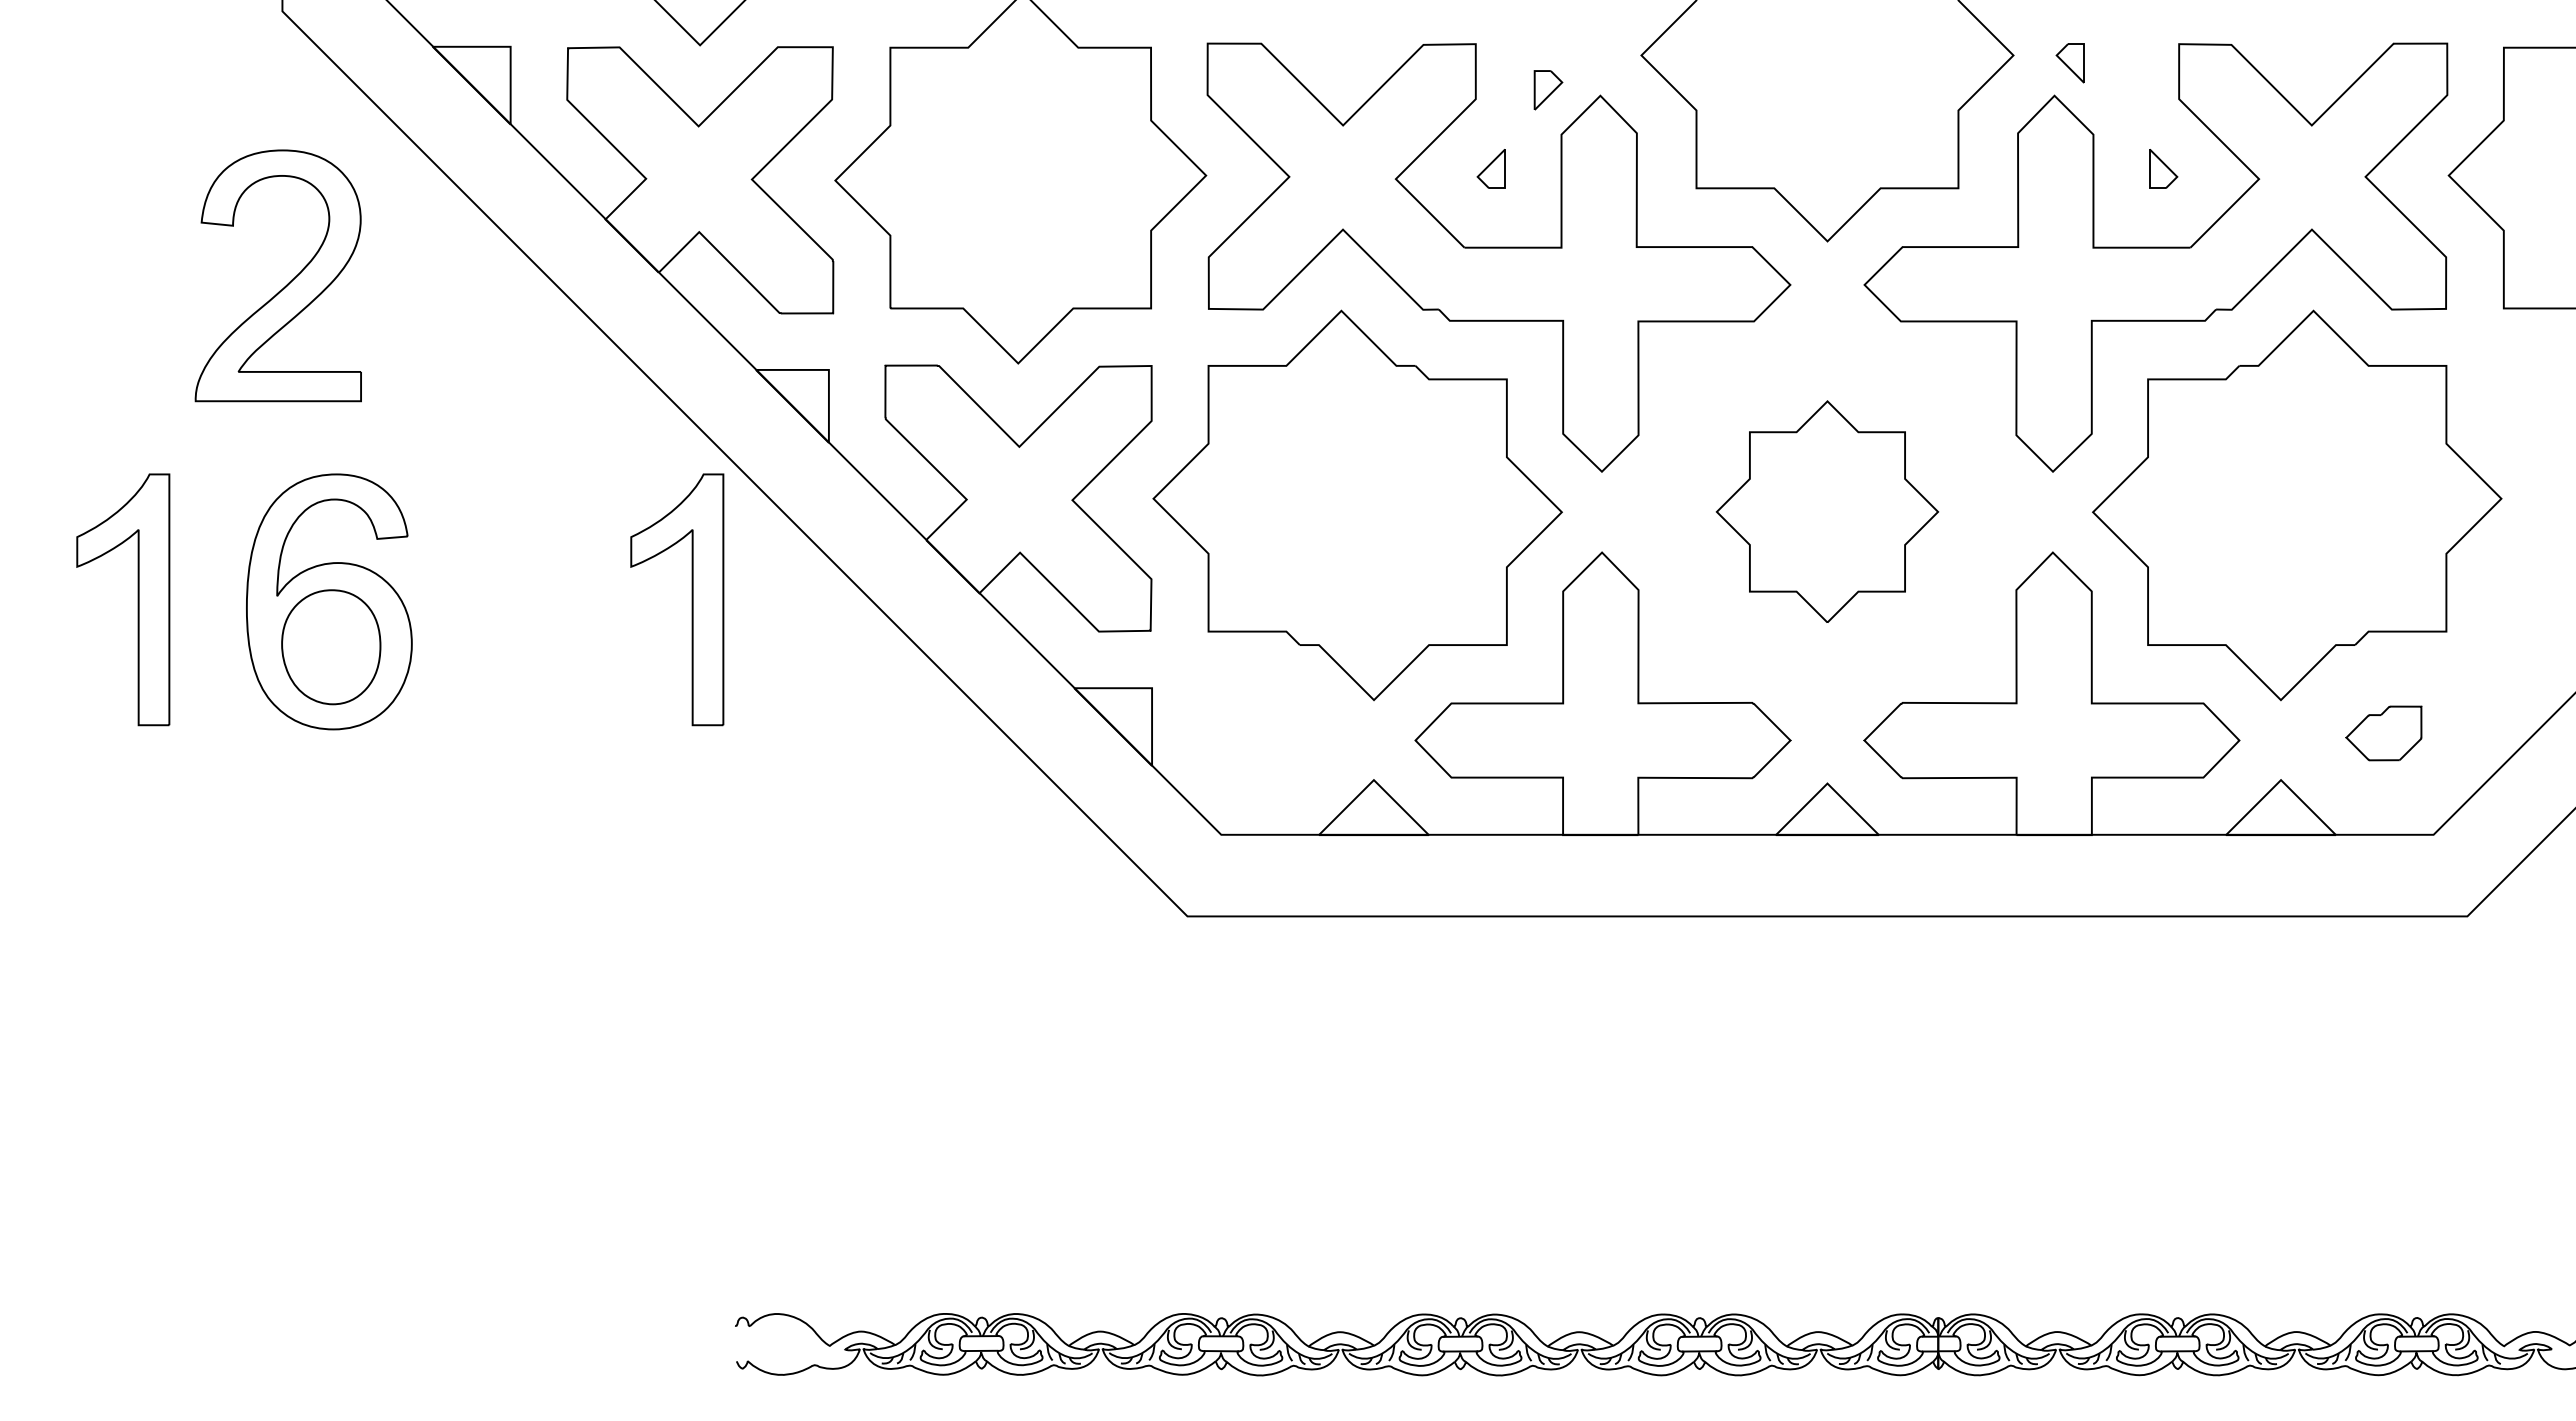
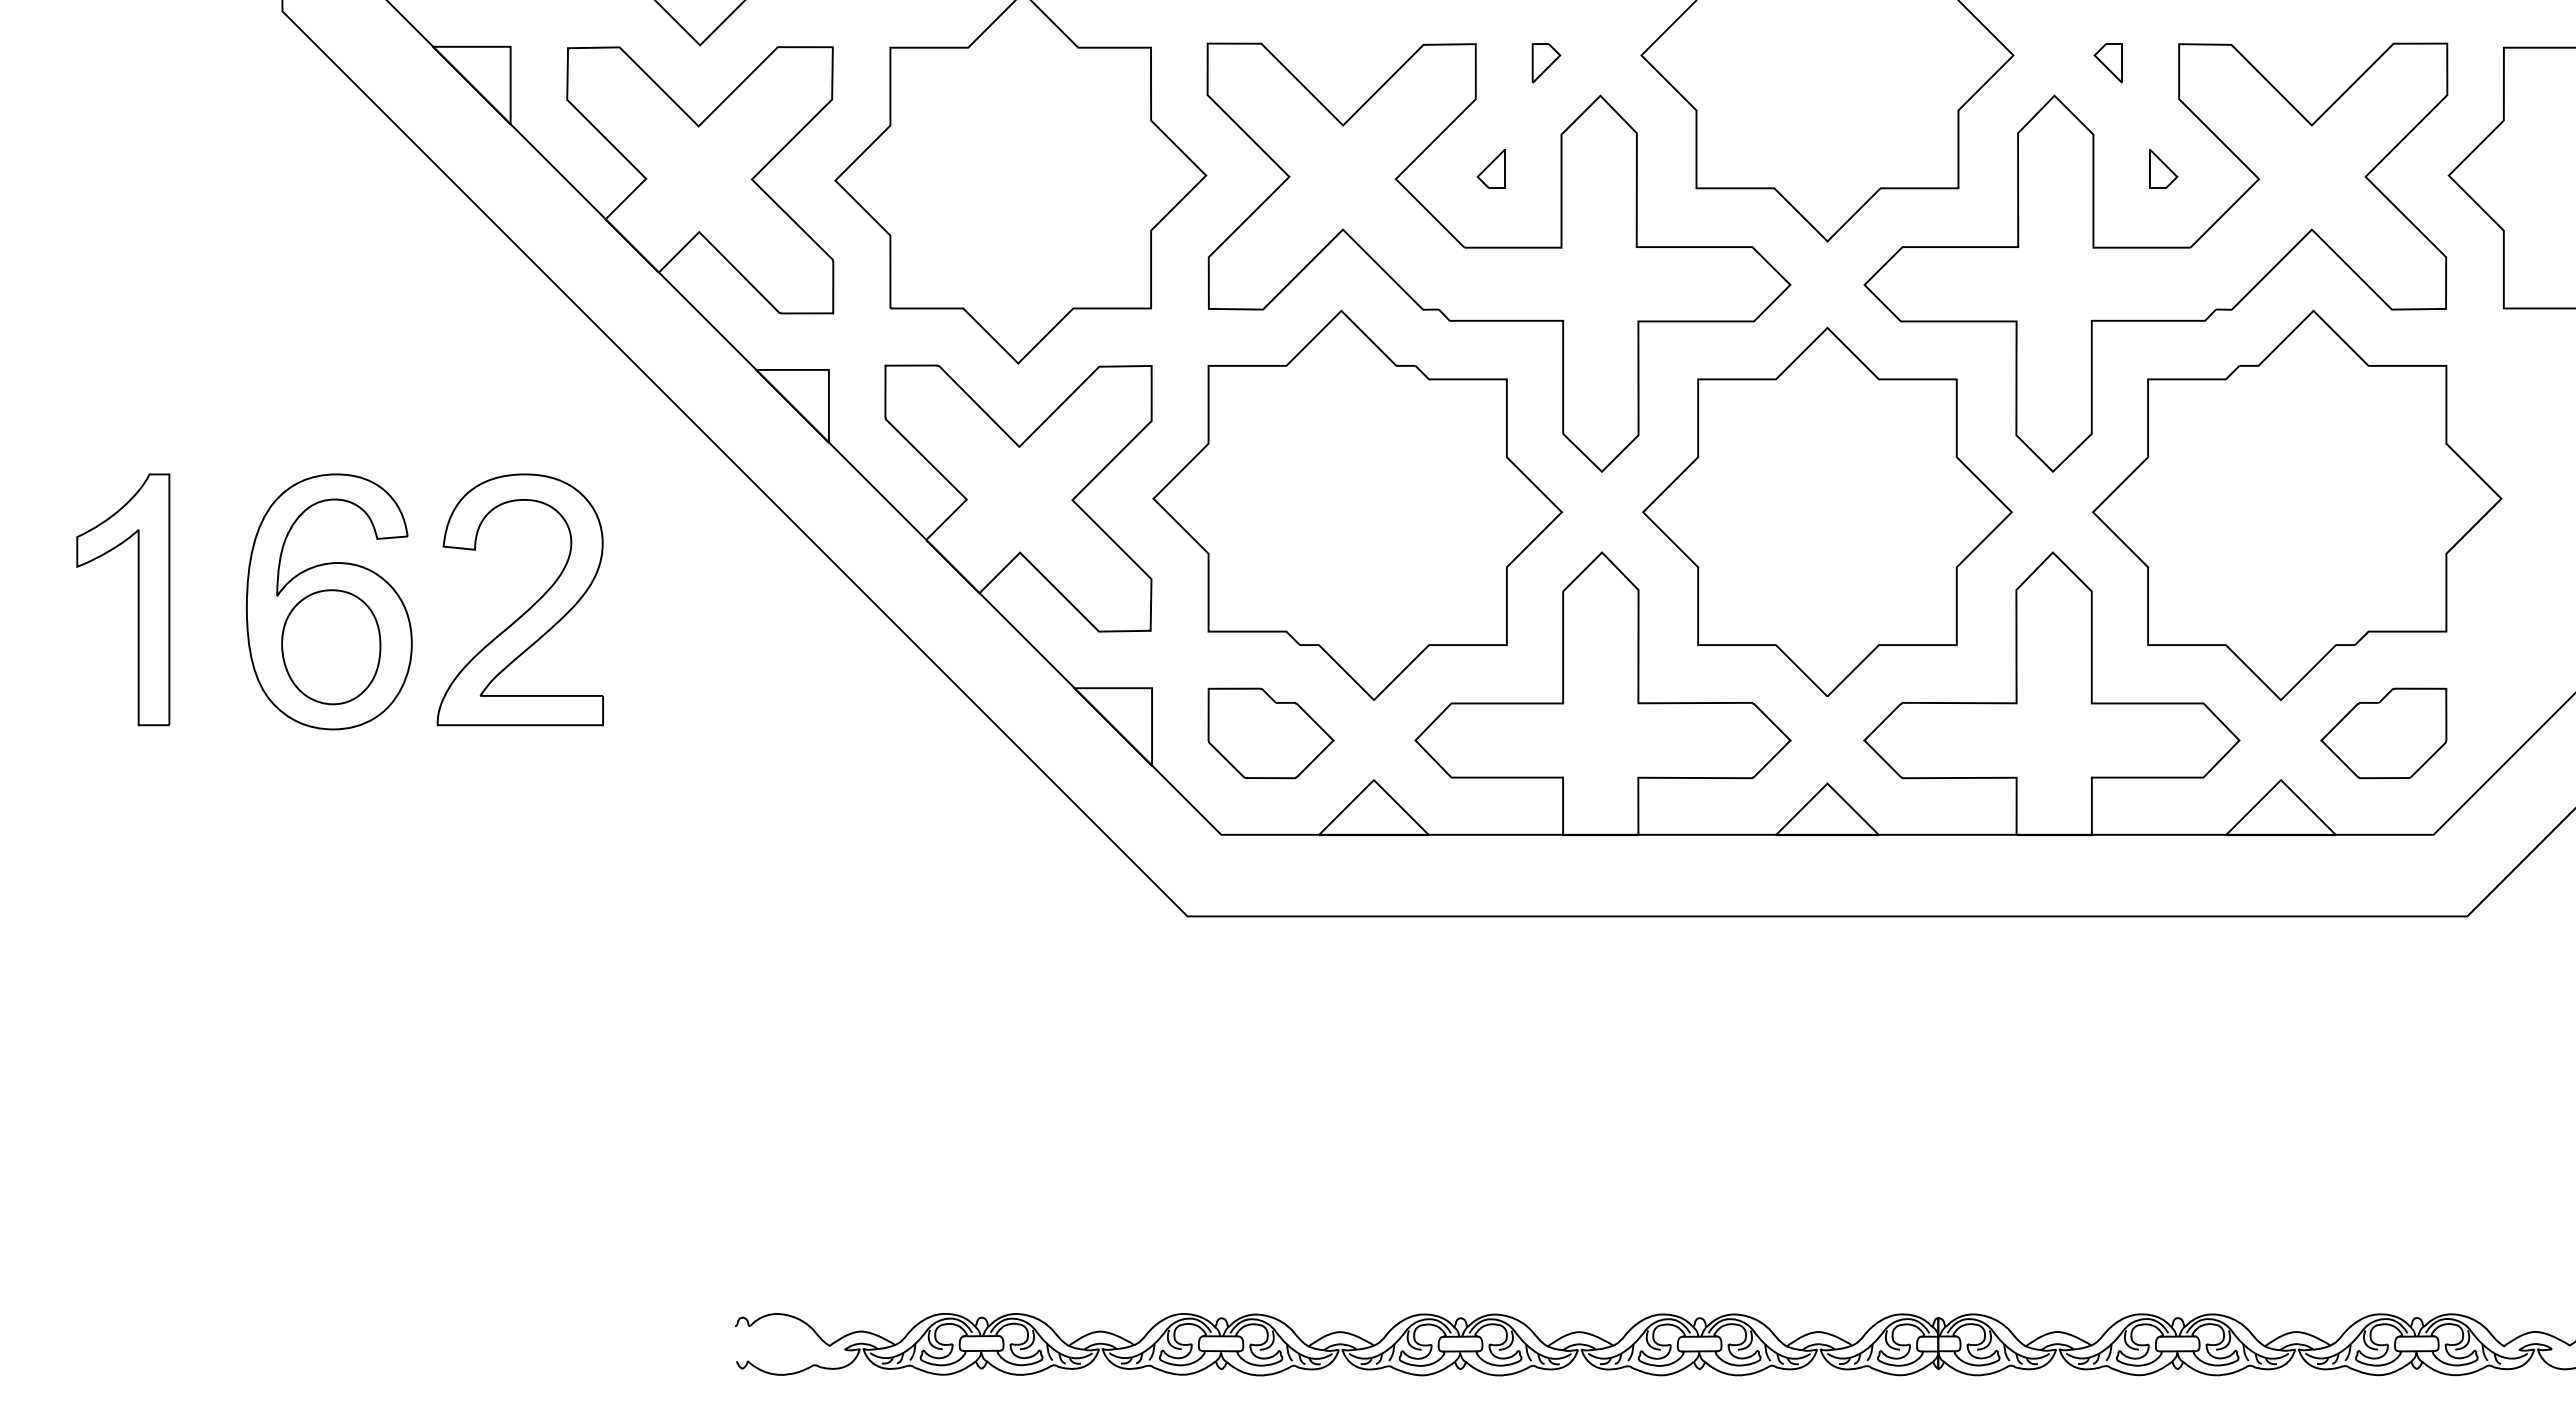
part at (2069, 63) position: (2069, 63) -> (2107, 63)
part at (1548, 90) position: (1548, 90) -> (1546, 63)
part at (286, 284) position: (286, 284) -> (528, 608)
part at (1827, 511) size: 225x223 px -> 371x371 px
part at (691, 599): present -> none
part at (1270, 733): none -> present
part at (2383, 733) size: 78x57 px -> 128x93 px
